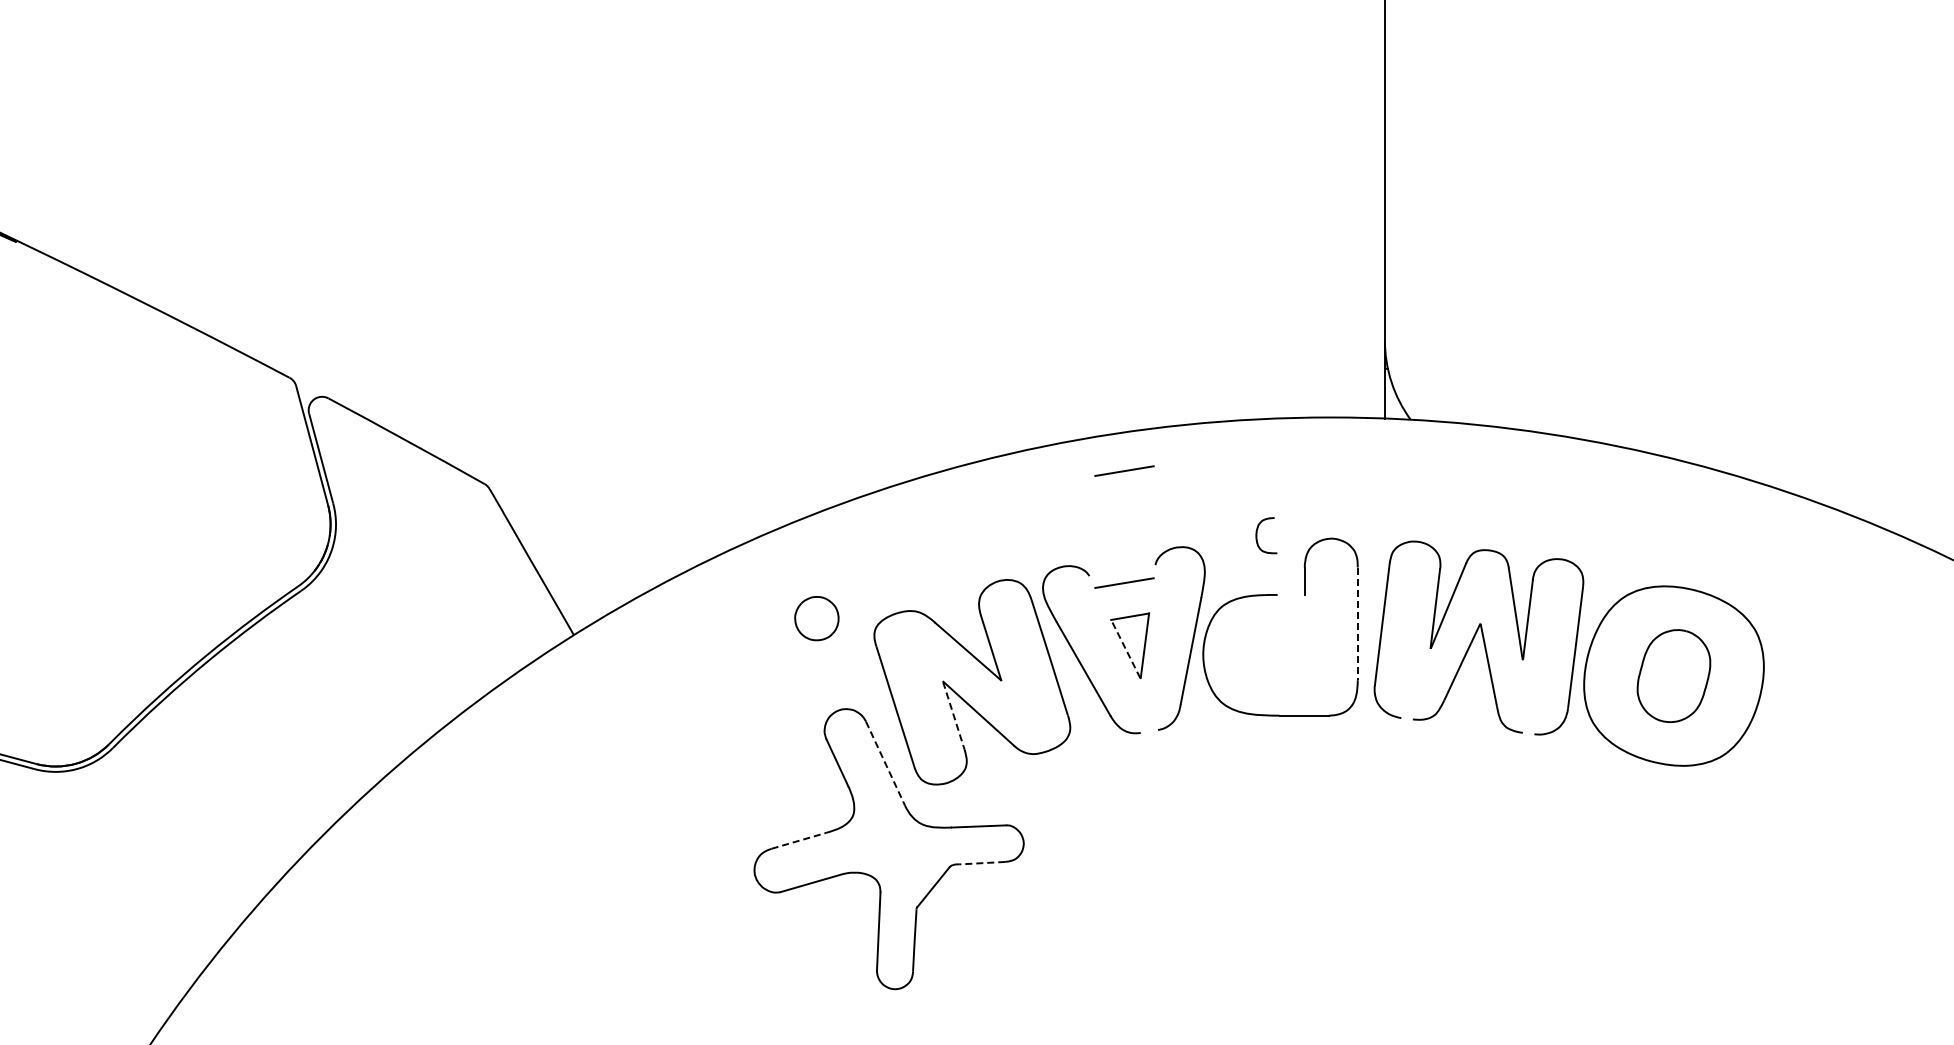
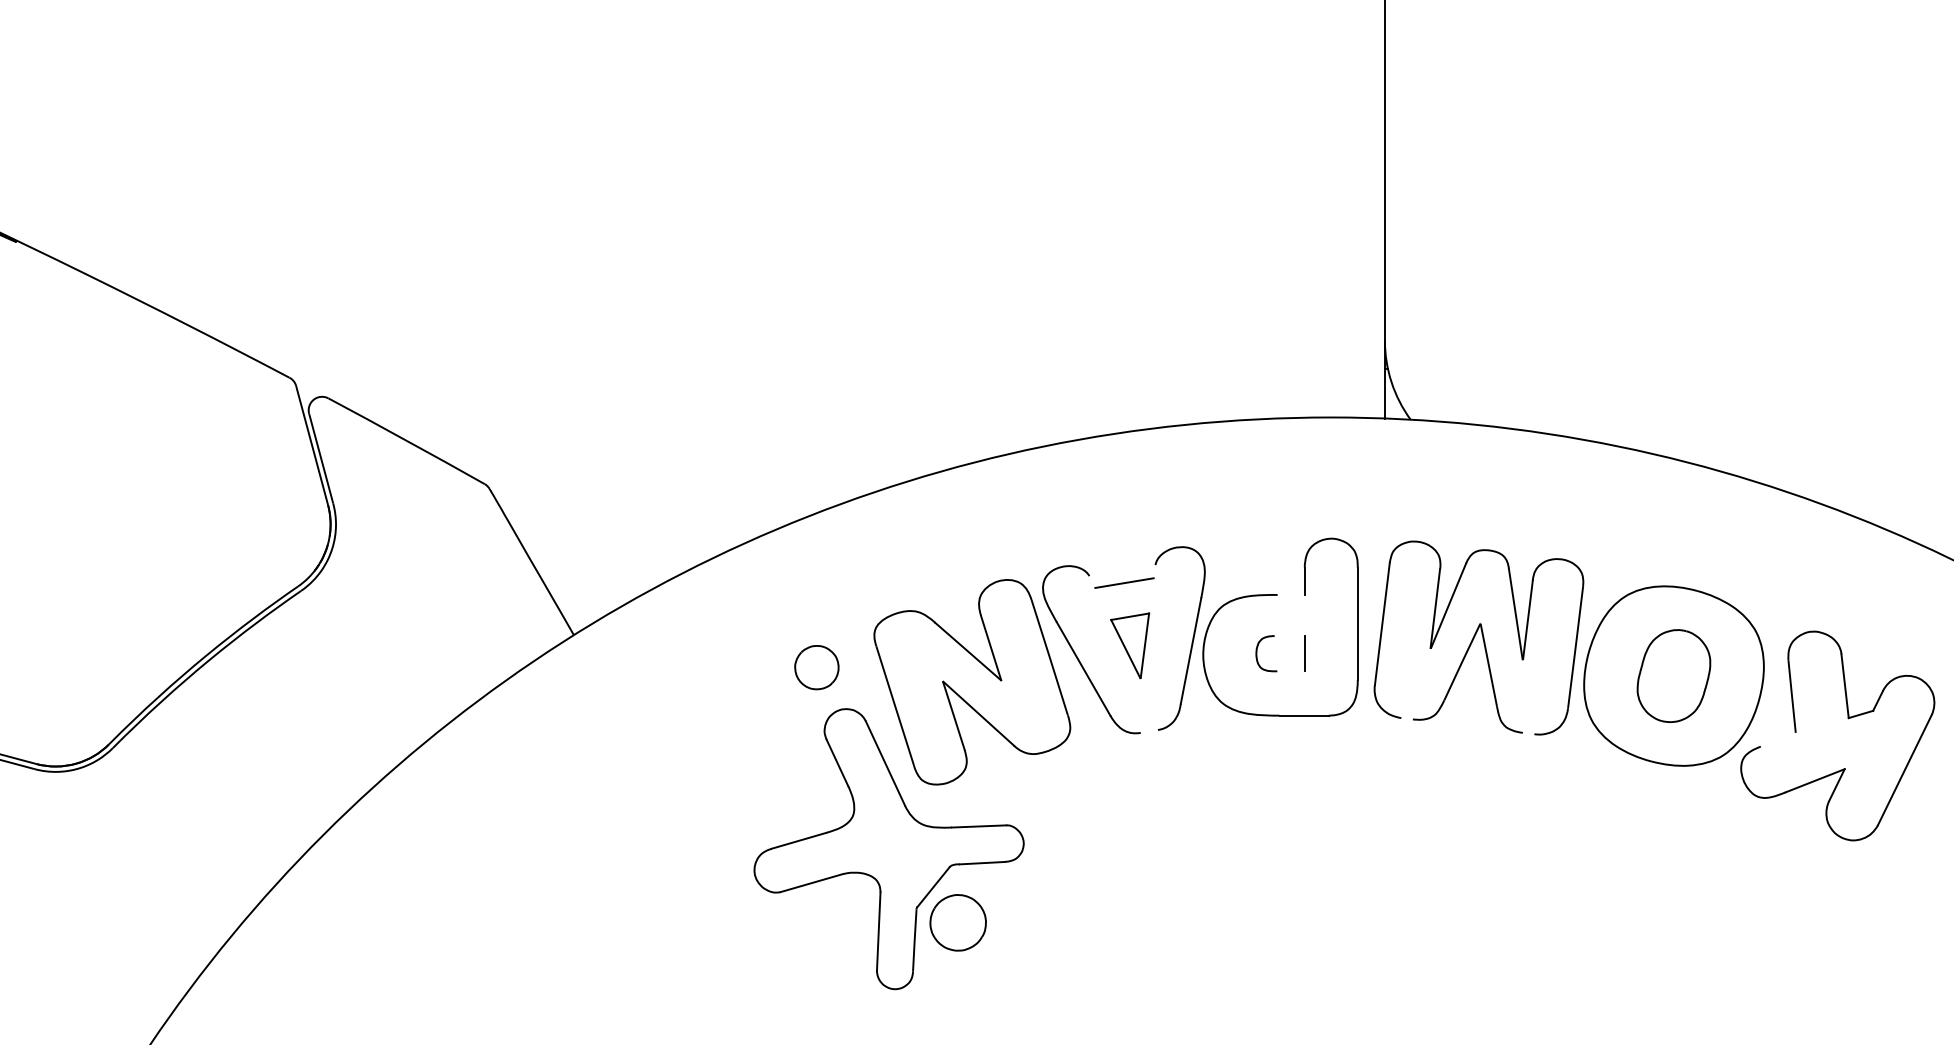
line at (1124, 470): present -> none
curve at (1257, 535) position: (1257, 535) -> (1257, 653)
part at (816, 618) position: (816, 618) -> (816, 667)
line at (1357, 624): dashed -> solid
line at (1125, 648): dashed -> solid
line at (1304, 653): none -> present
line at (953, 715): dashed -> solid
part at (1848, 719): none -> present
line at (885, 763): dashed -> solid
line at (799, 840): dashed -> solid
line at (982, 863): dashed -> solid
part at (957, 922): none -> present
